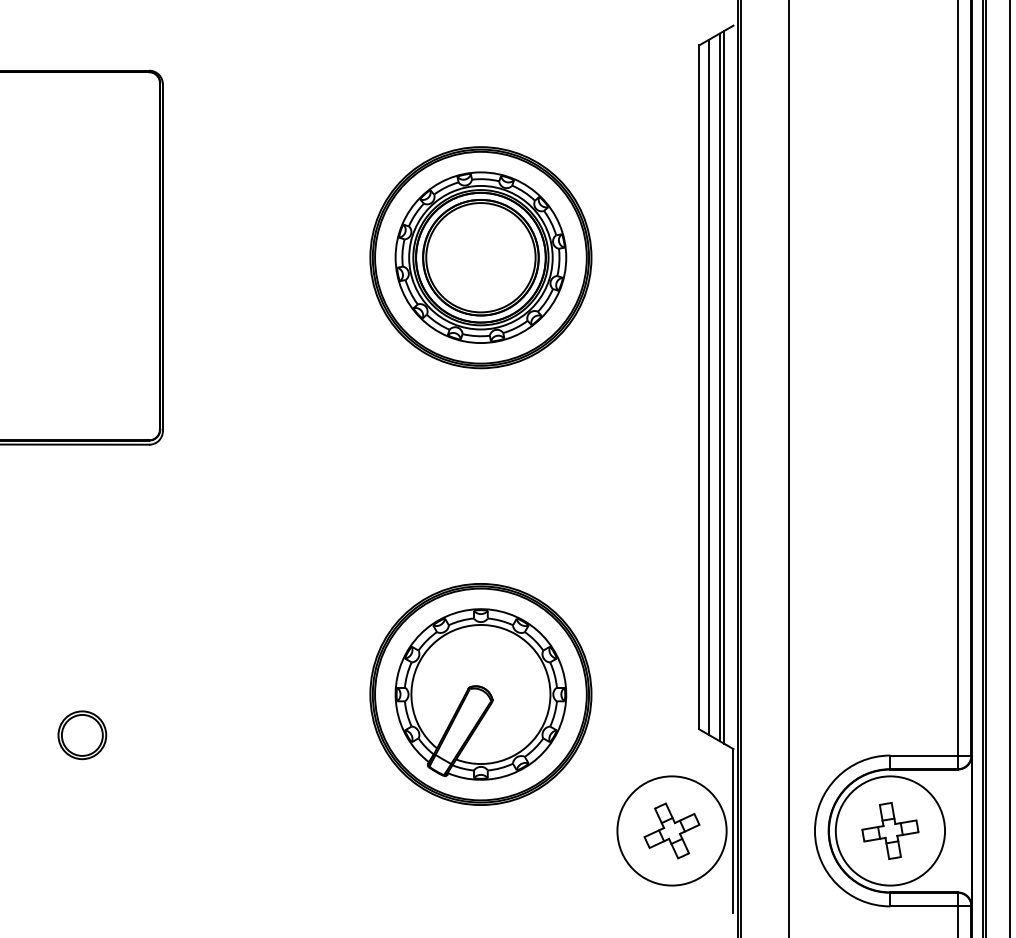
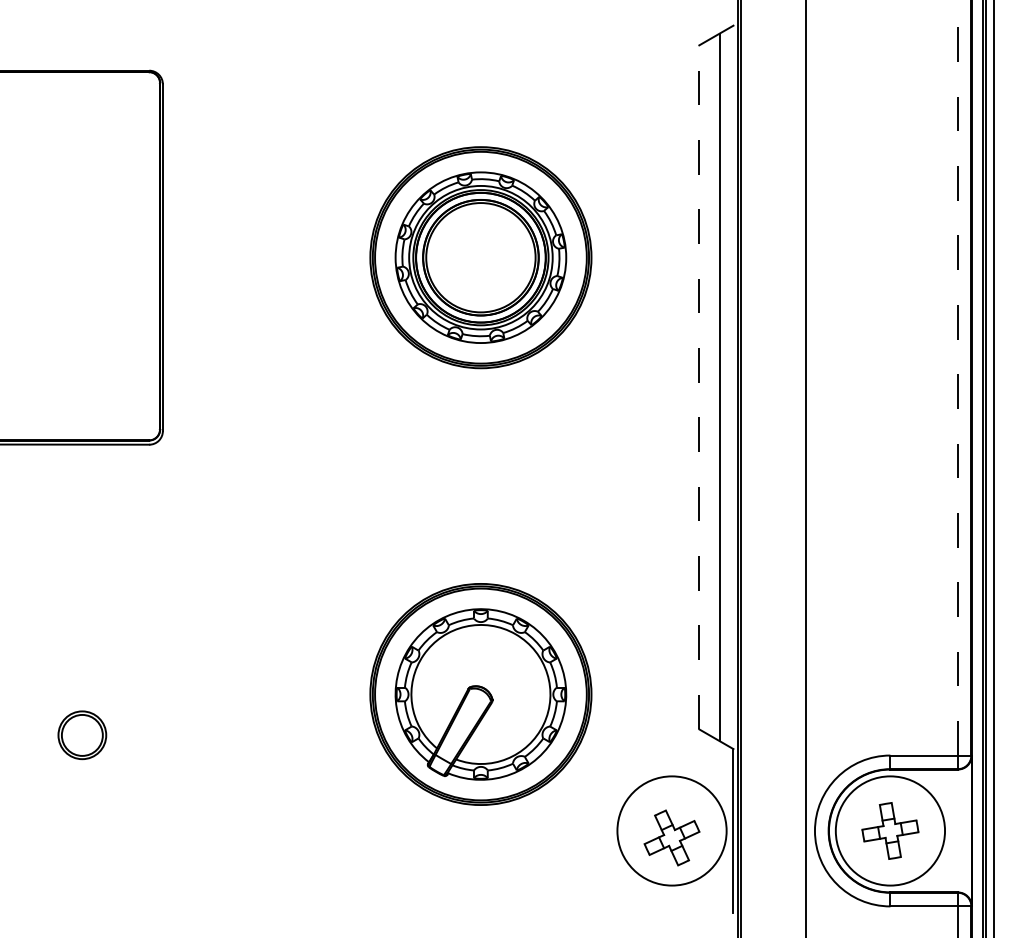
line at (957, 377): solid -> dashed
line at (699, 386): solid -> dashed
line at (708, 386): present -> none
line at (724, 386): present -> none
line at (788, 468) position: (788, 468) -> (805, 468)
line at (1009, 468) position: (1009, 468) -> (993, 468)
part at (671, 830) position: (671, 830) -> (671, 837)
